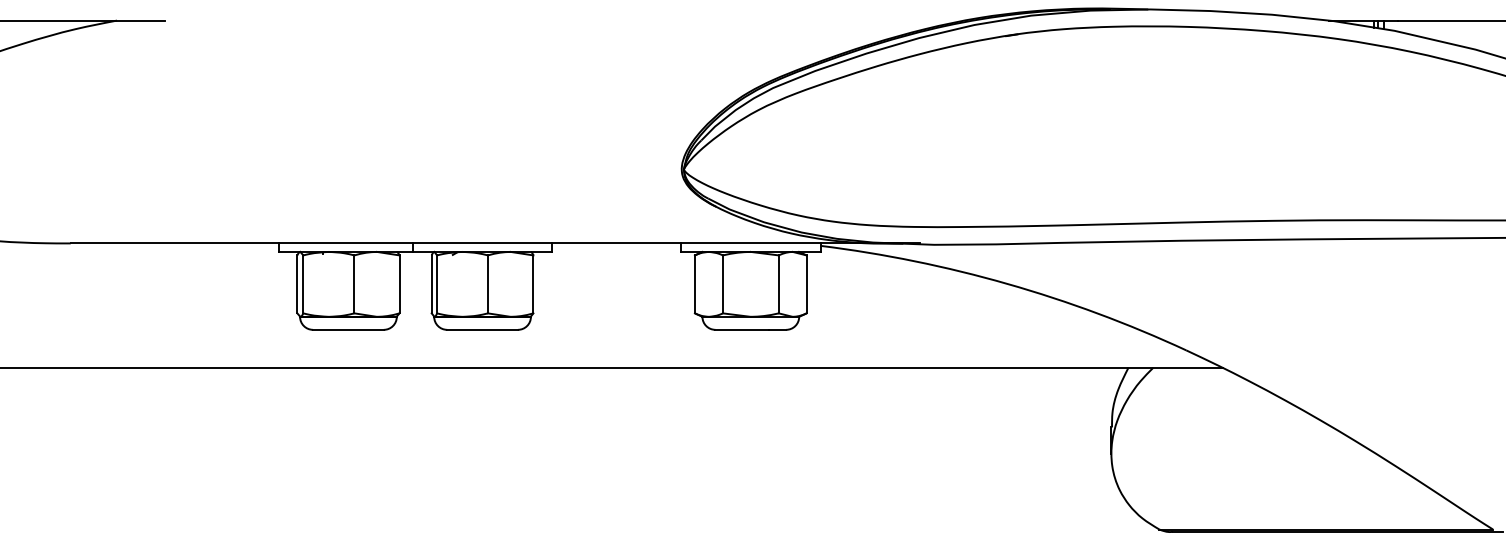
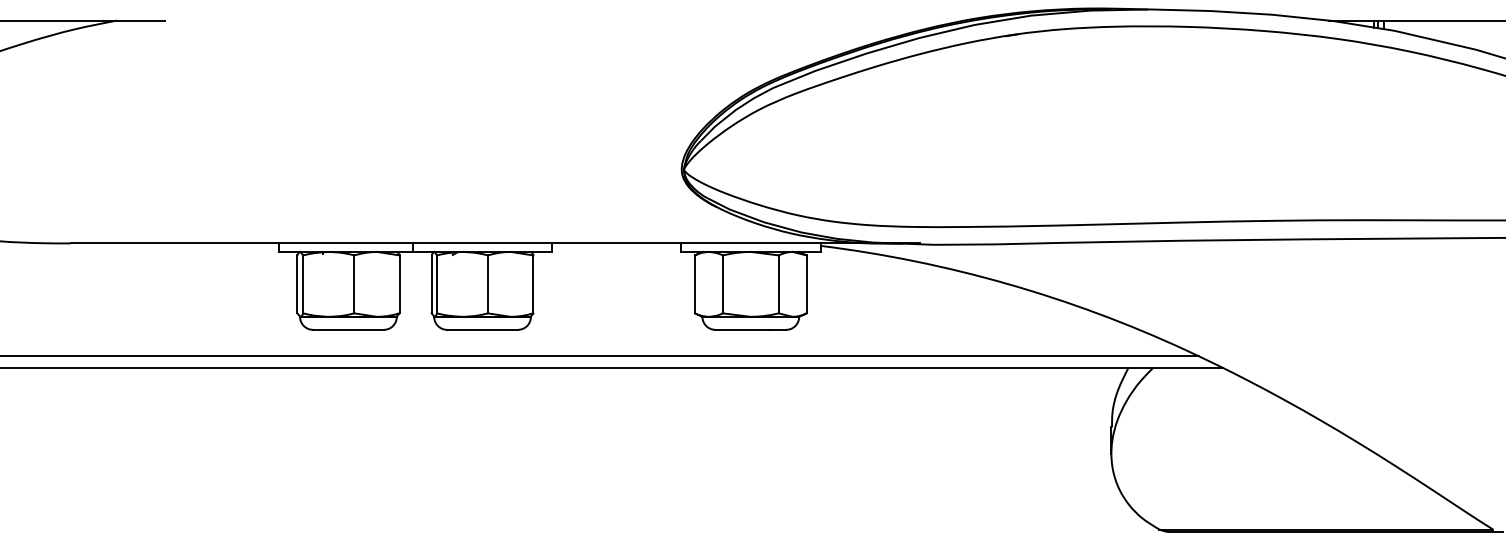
line at (600, 356): none -> present
